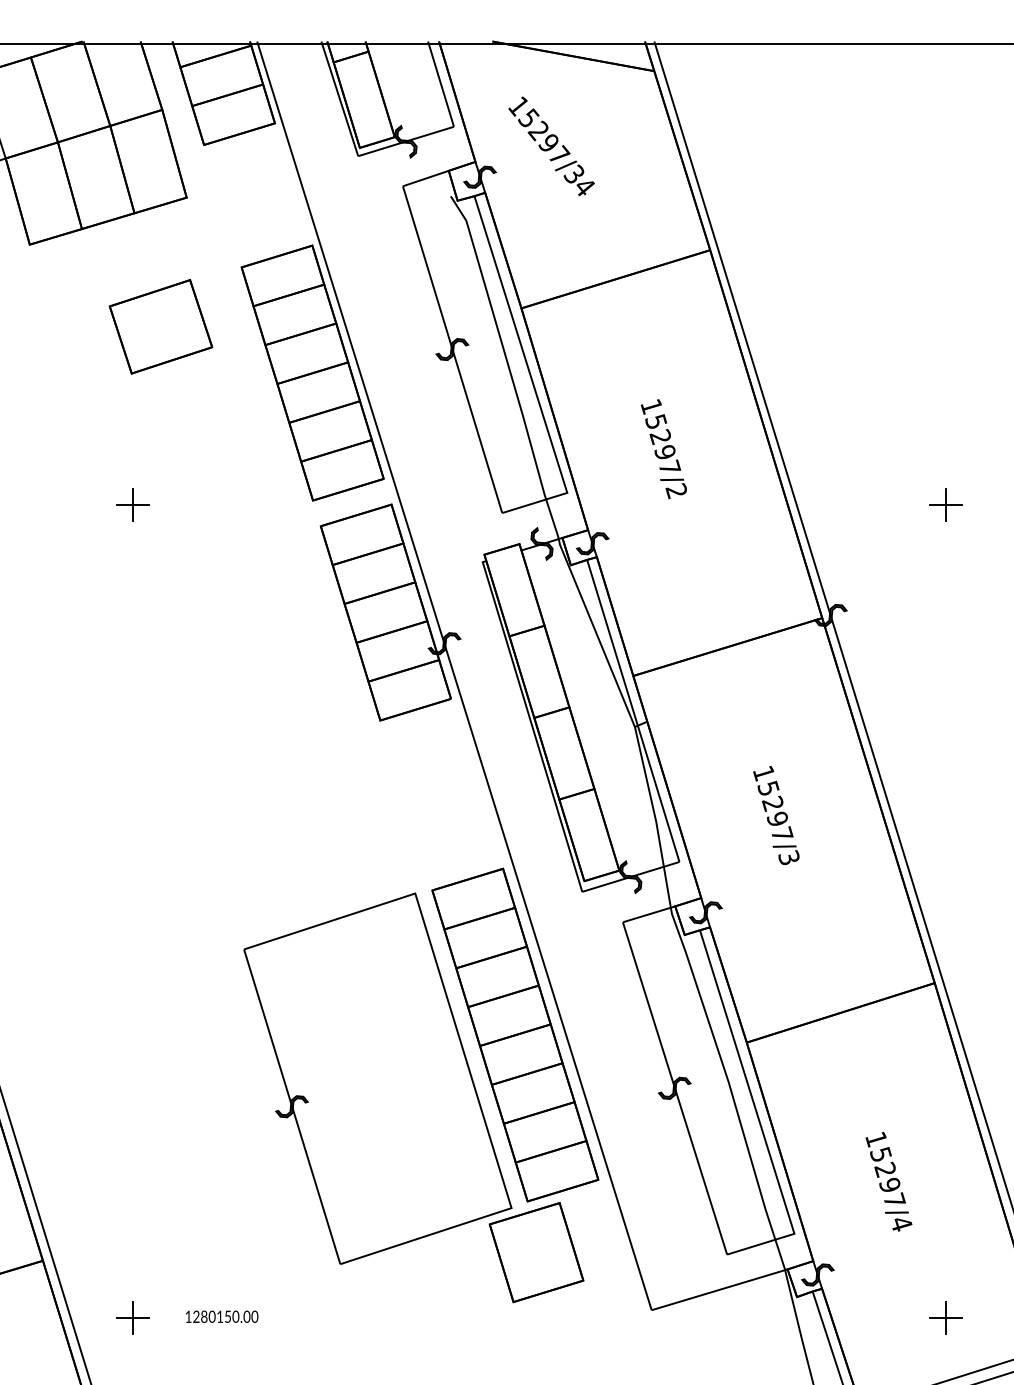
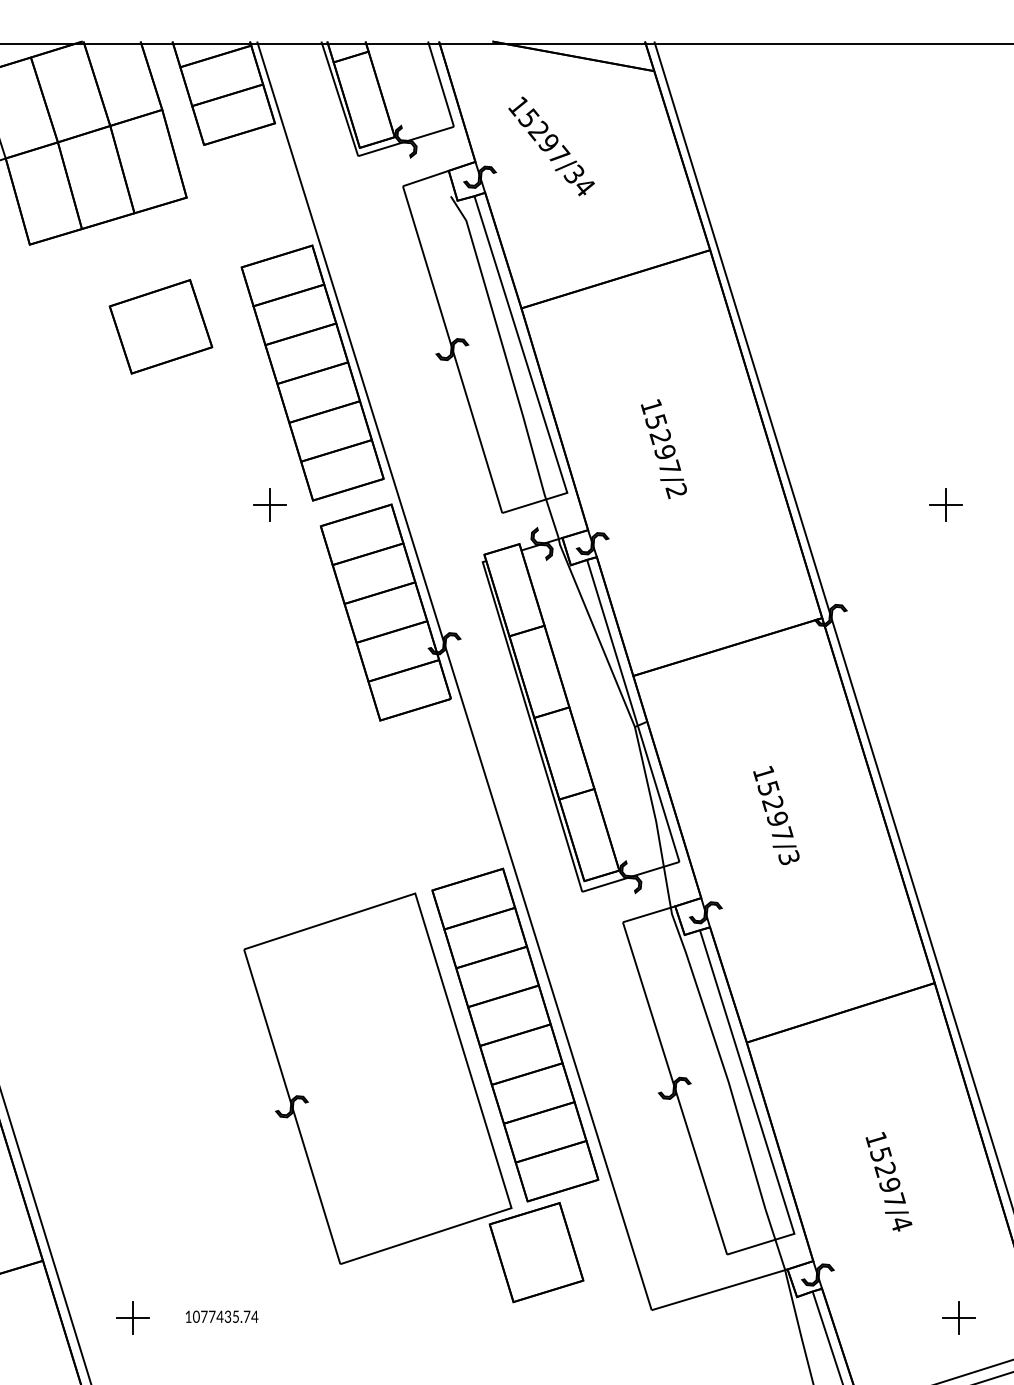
part at (132, 504) position: (132, 504) -> (269, 504)
text at (225, 1316): 1280150.00 -> 1077435.74
part at (945, 1317) position: (945, 1317) -> (958, 1317)
